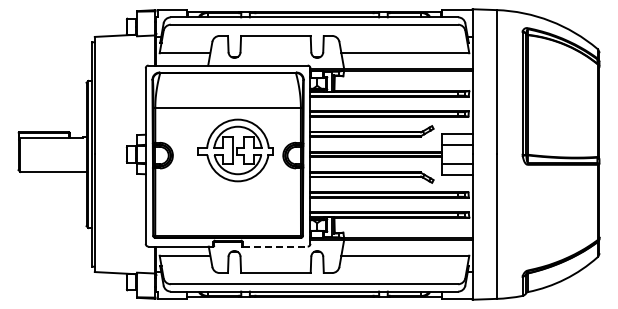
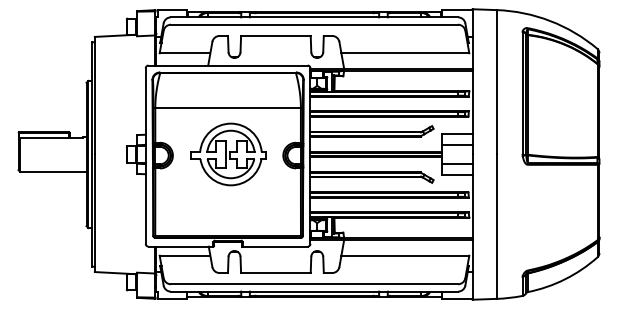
part at (235, 150) position: (235, 150) -> (228, 154)
line at (275, 246): dashed -> solid
